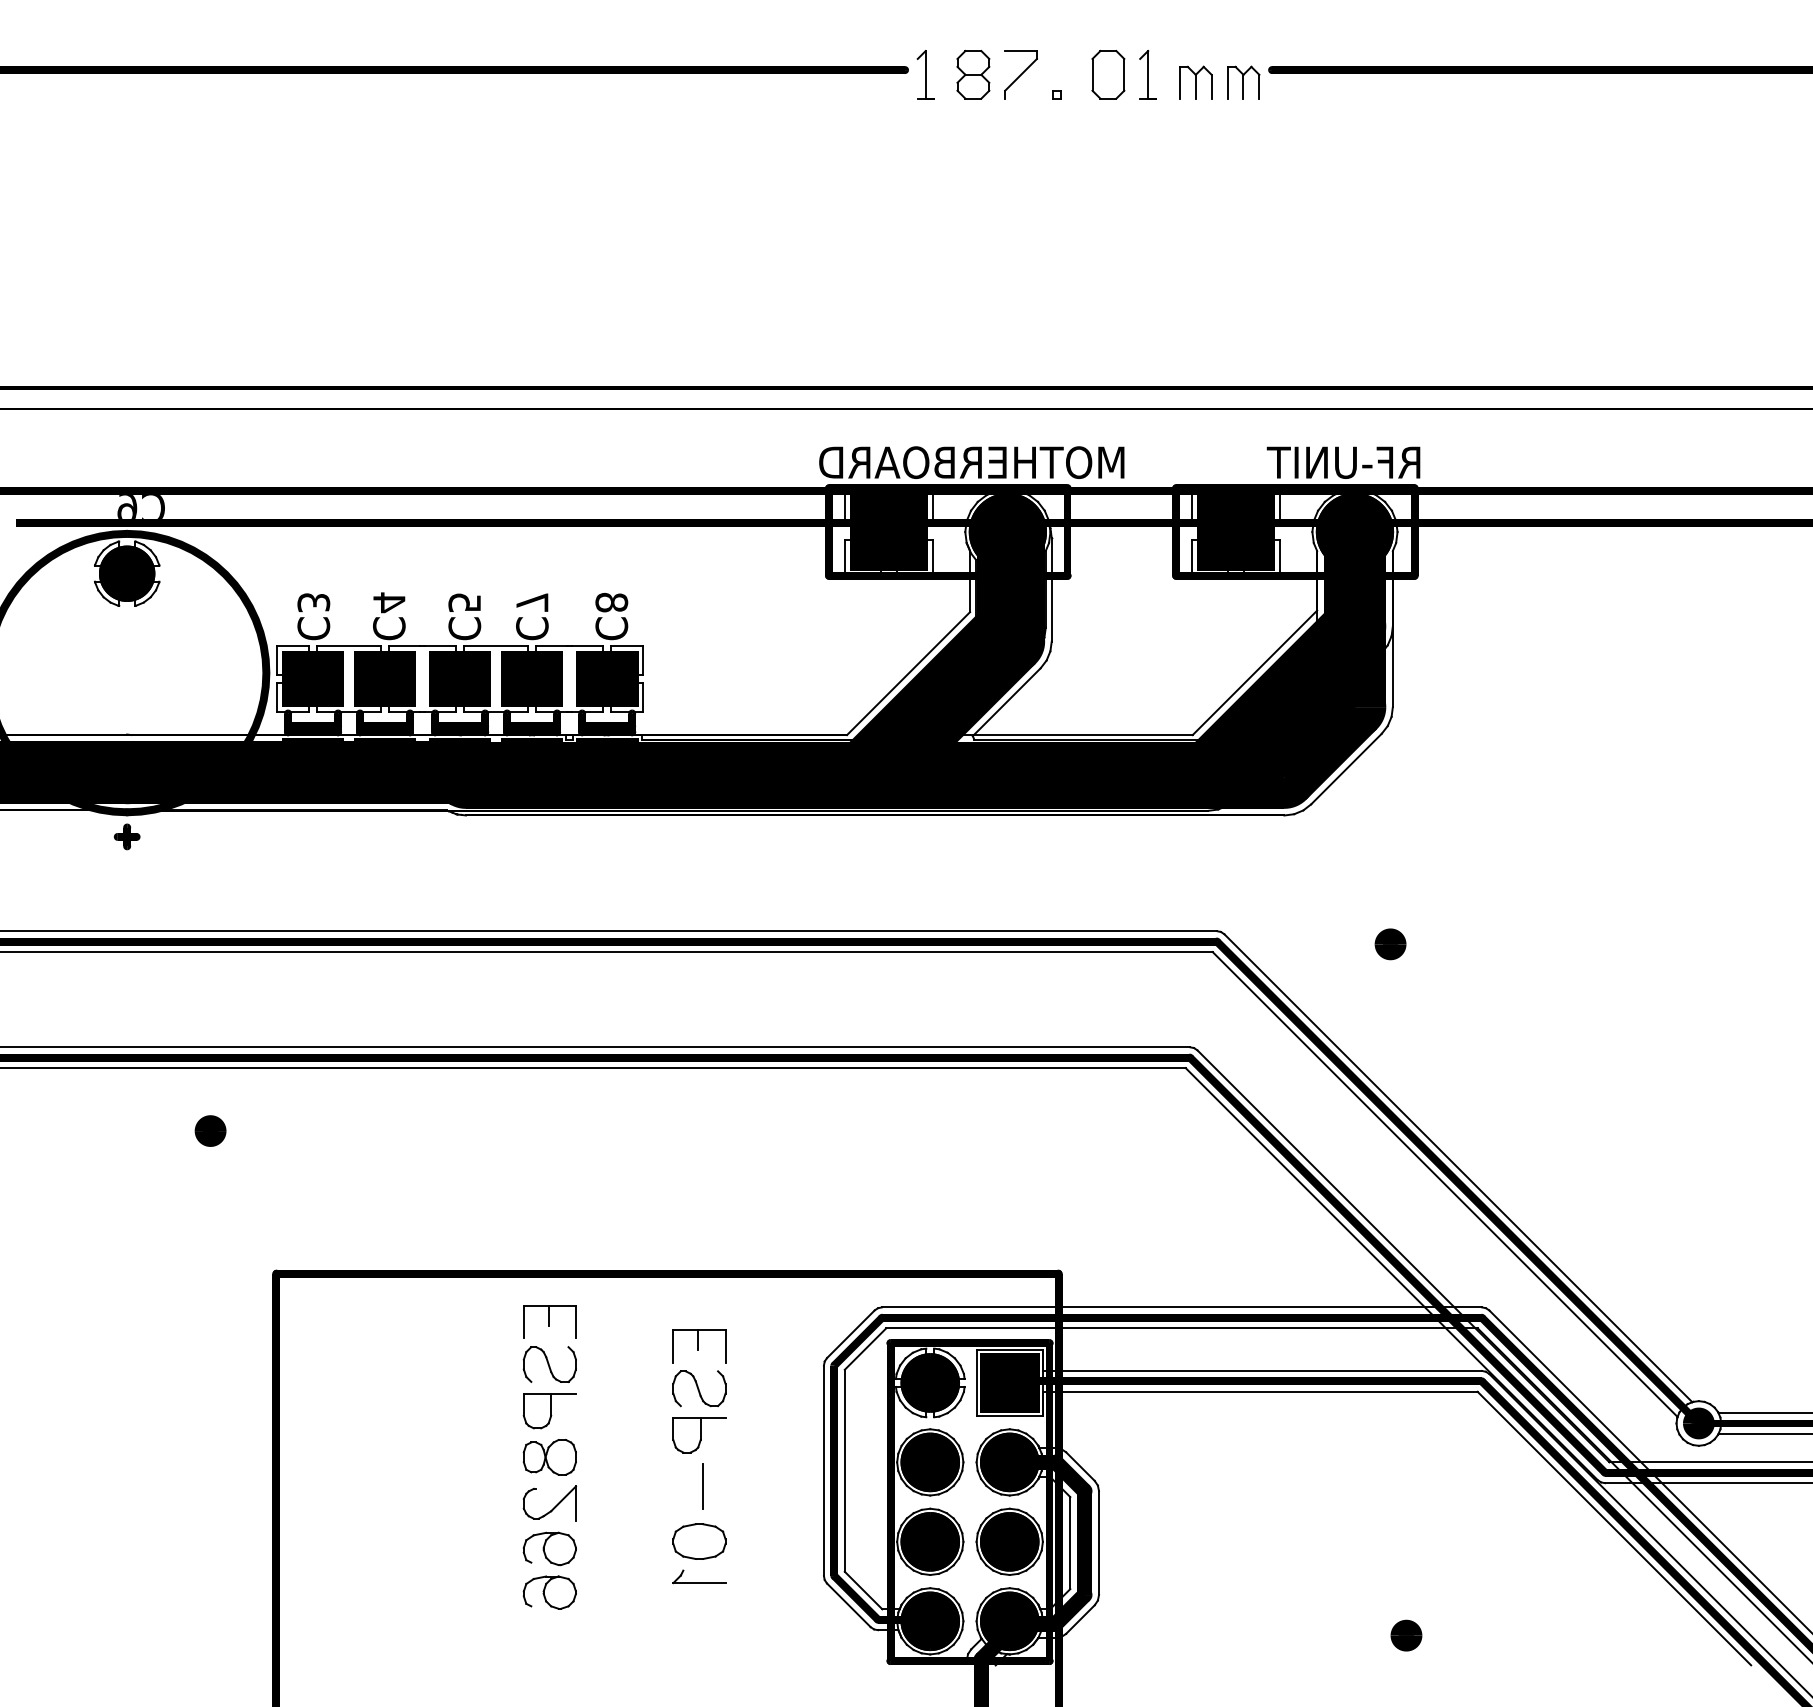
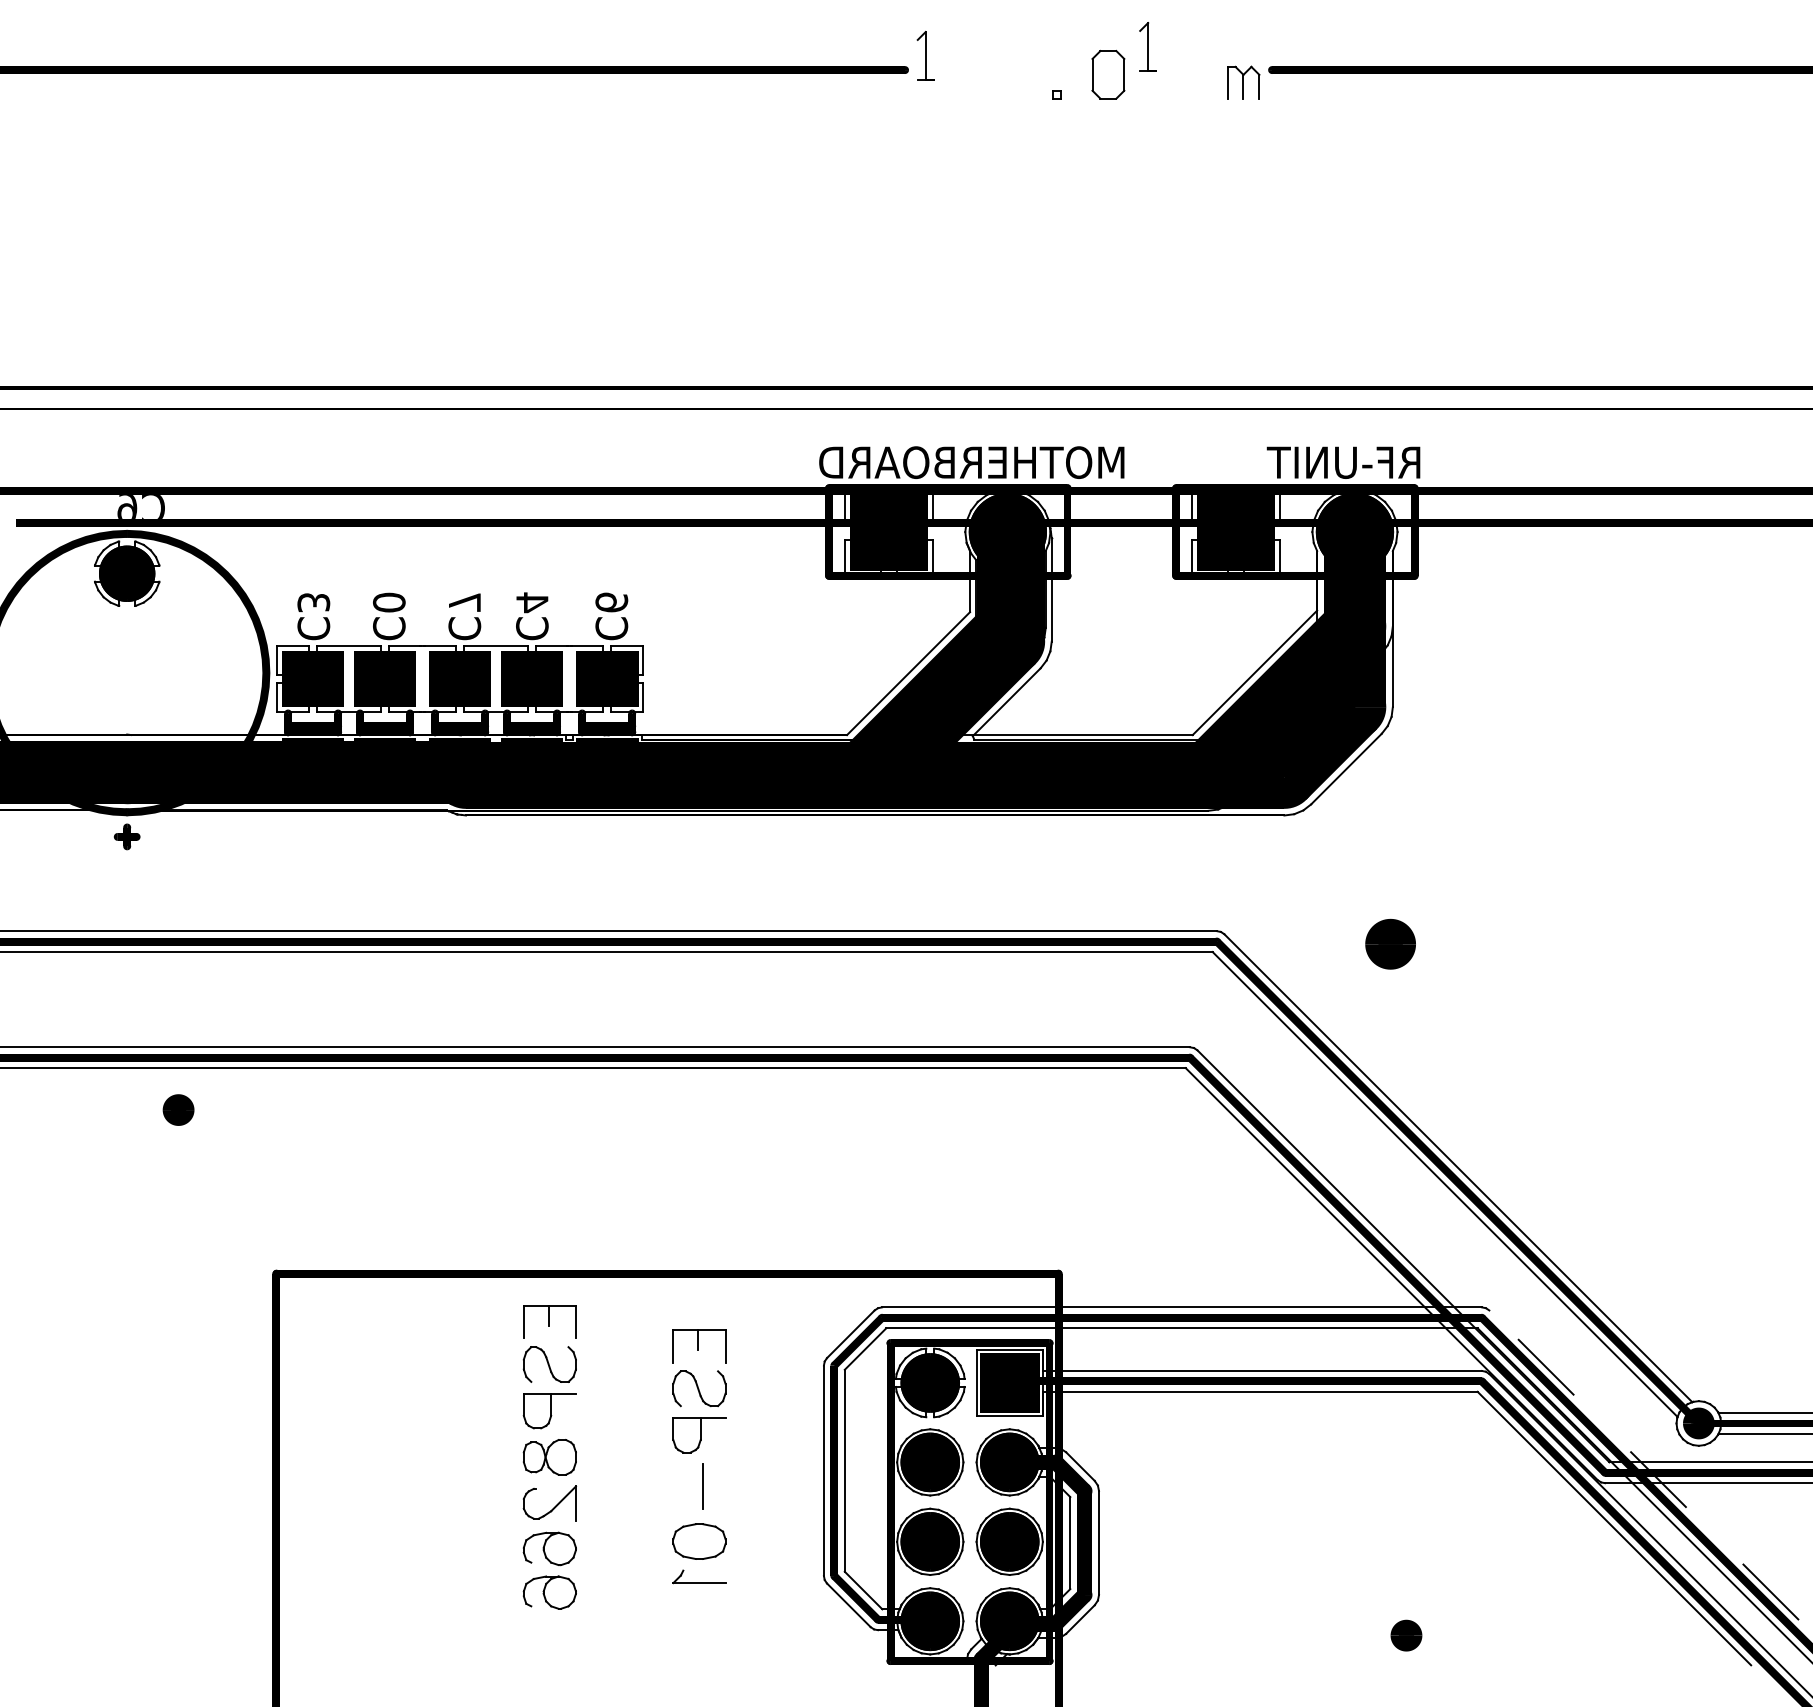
part at (925, 74) position: (925, 74) -> (925, 55)
part at (973, 74): present -> none
part at (1020, 74): present -> none
part at (1147, 74) position: (1147, 74) -> (1147, 46)
part at (1195, 82): present -> none
text at (389, 602): C4 -> C0
text at (464, 602): C5 -> C7
text at (532, 602): C7 -> C4
text at (611, 602): C8 -> C6
part at (1390, 944) size: 33x33 px -> 51x52 px
part at (210, 1130) position: (210, 1130) -> (178, 1109)
line at (1650, 1471): solid -> dashed
